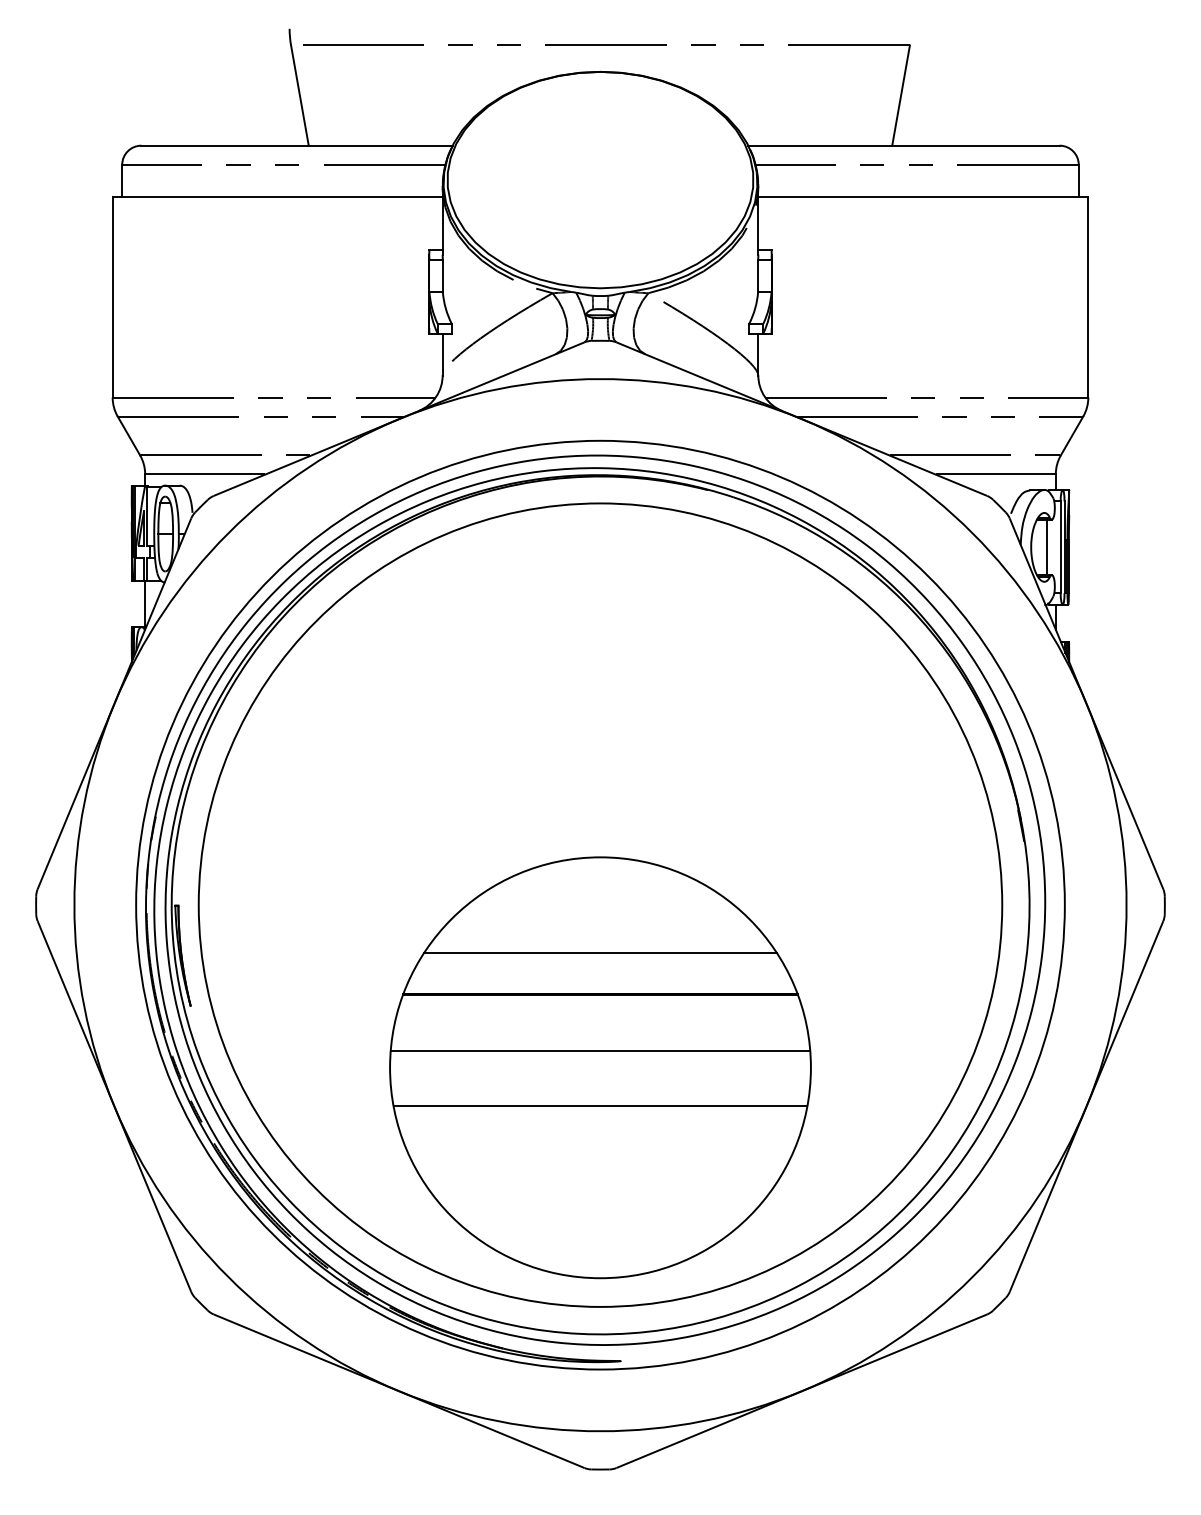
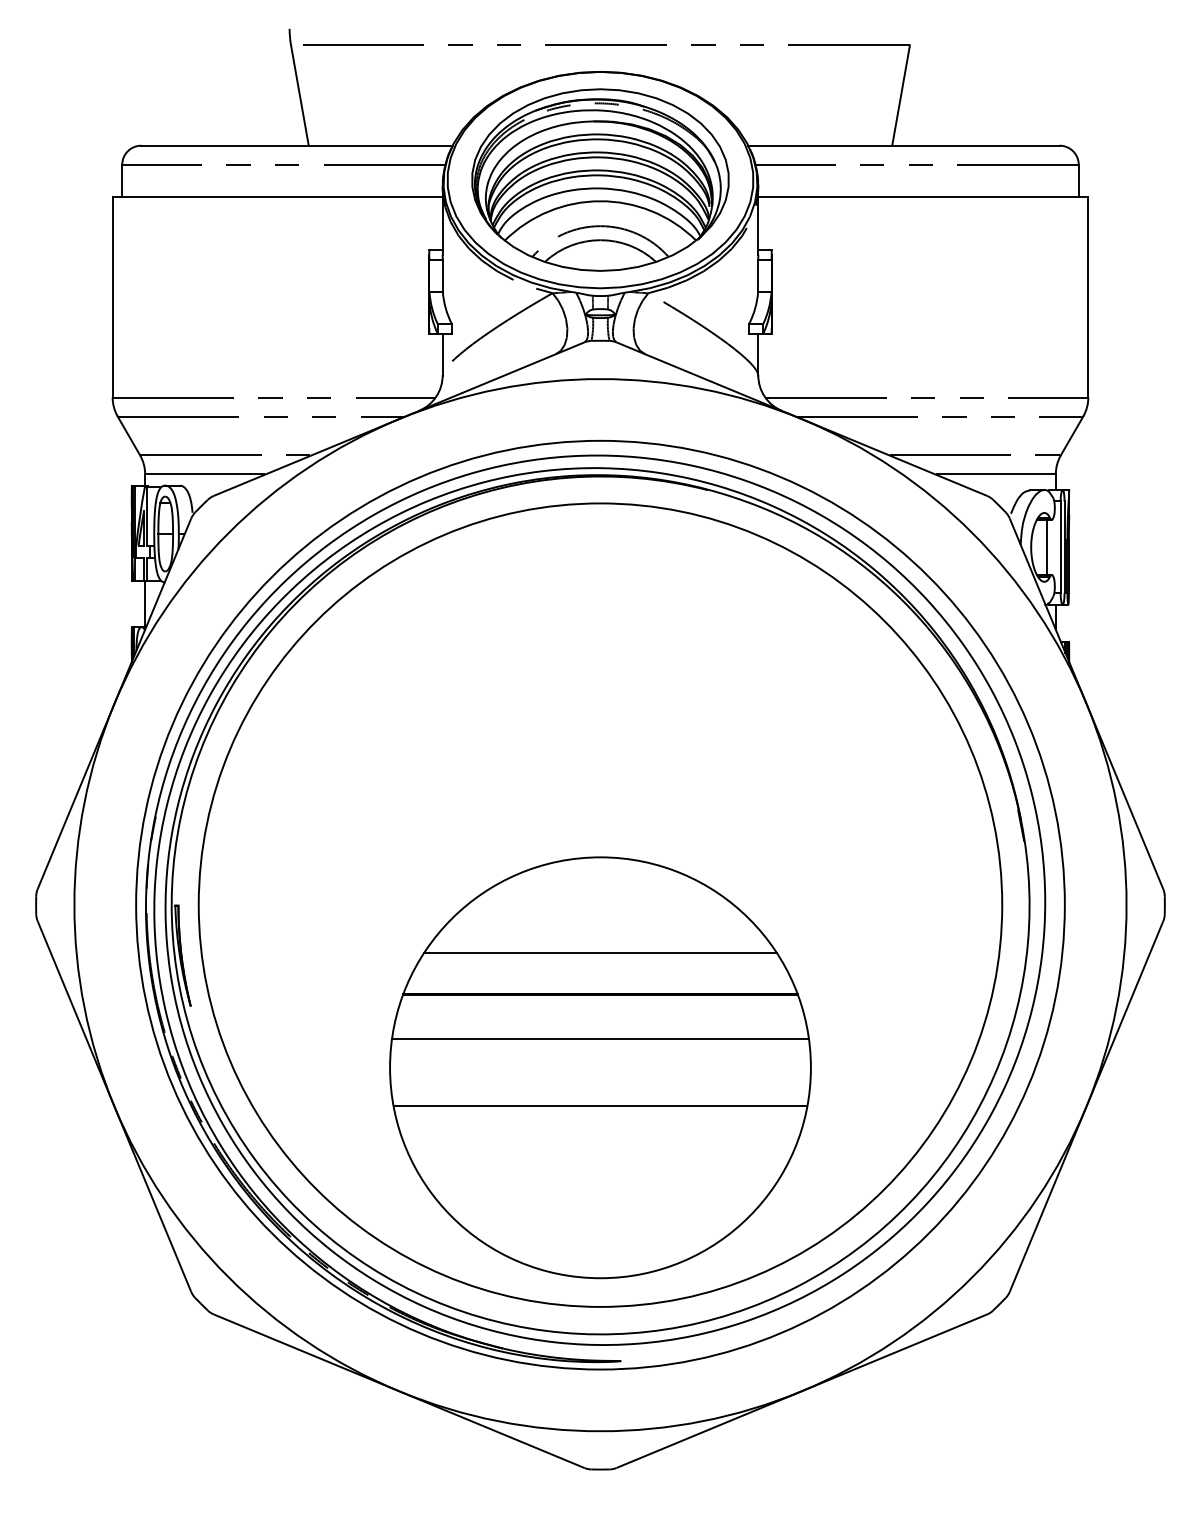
part at (600, 179): none -> present
line at (600, 1051) position: (600, 1051) -> (600, 1039)
